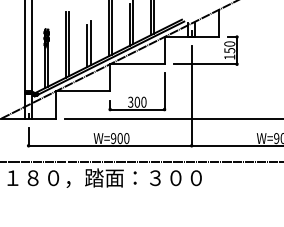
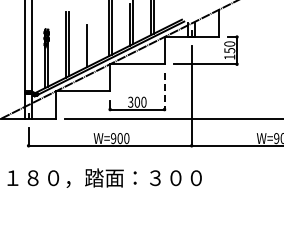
line at (90, 42): present -> none
line at (164, 92): solid -> dashed
line at (141, 161): present -> none
